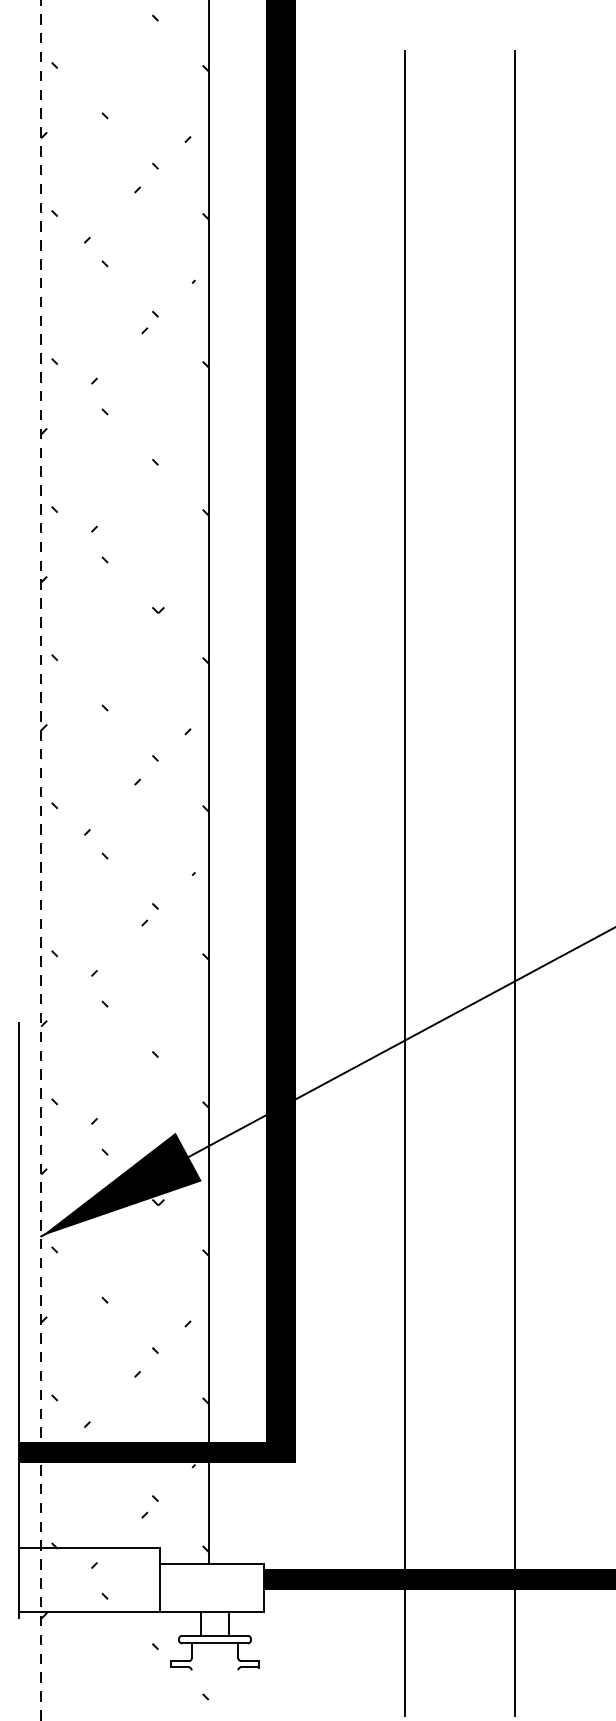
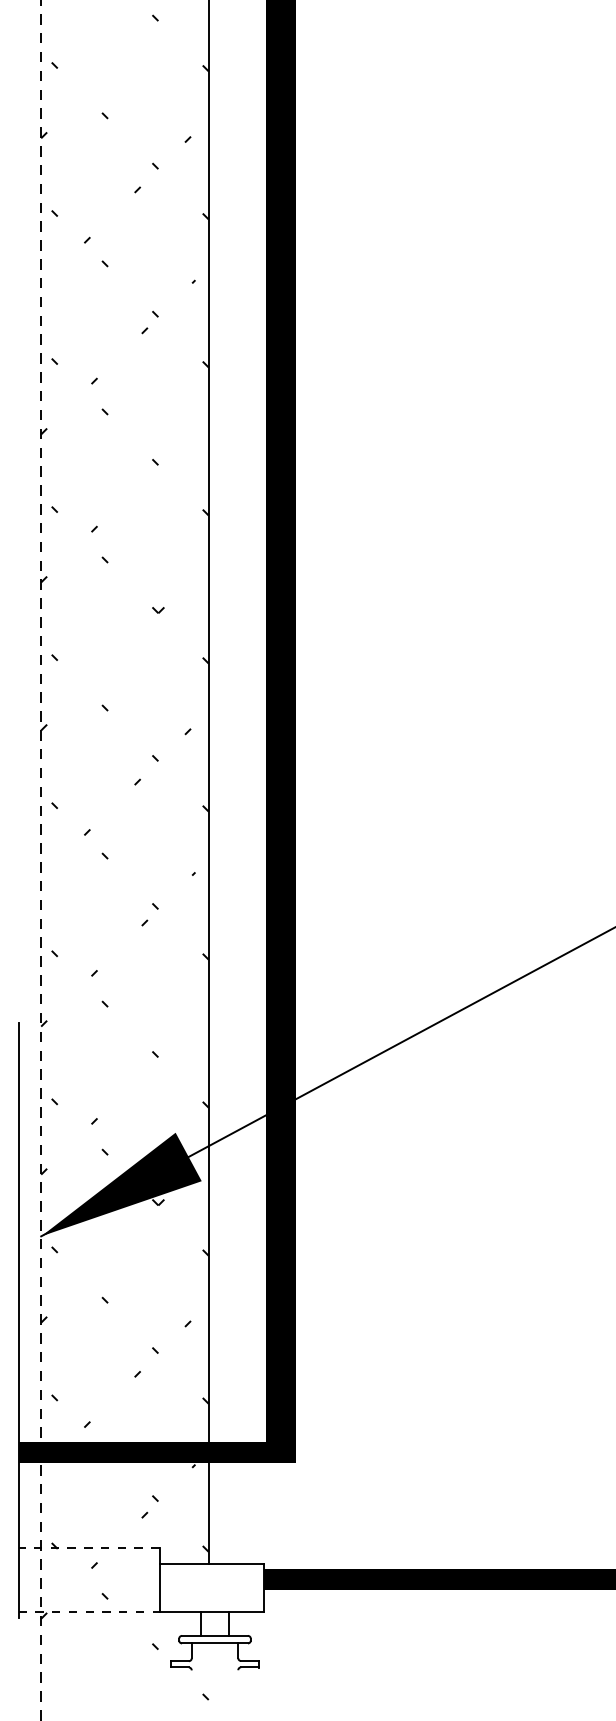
line at (404, 883): present -> none
line at (515, 883): present -> none
line at (88, 1547): solid -> dashed
line at (89, 1611): solid -> dashed
